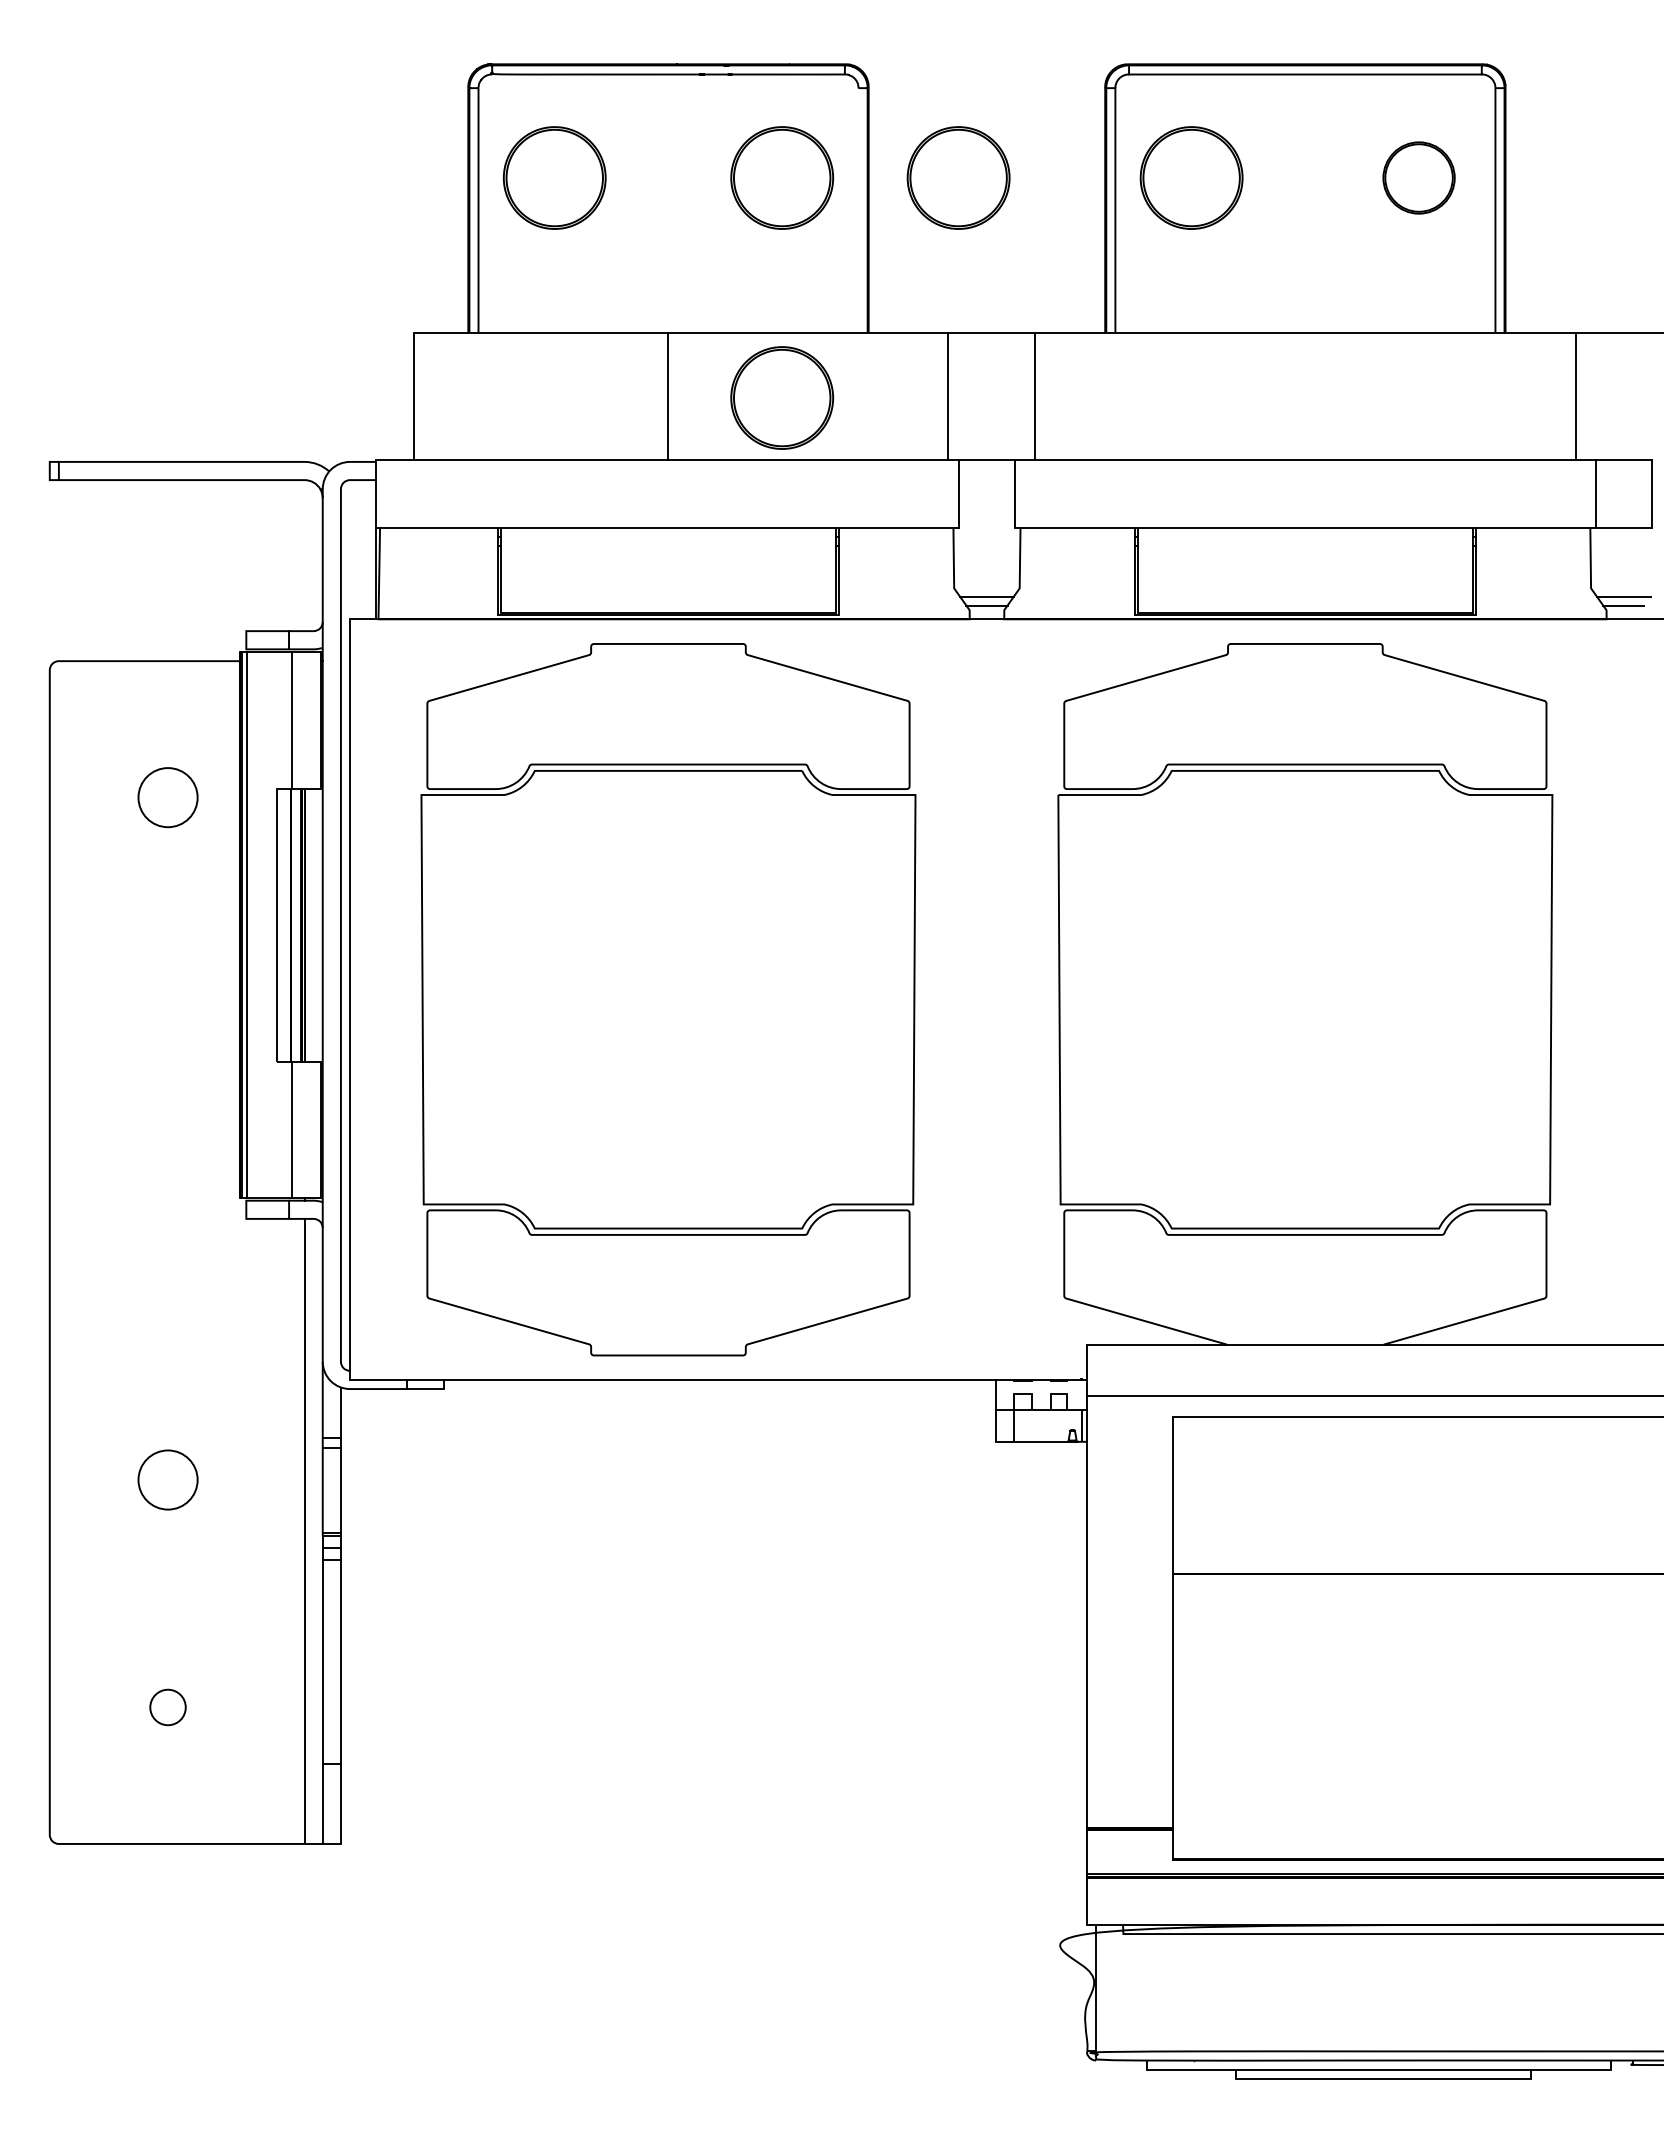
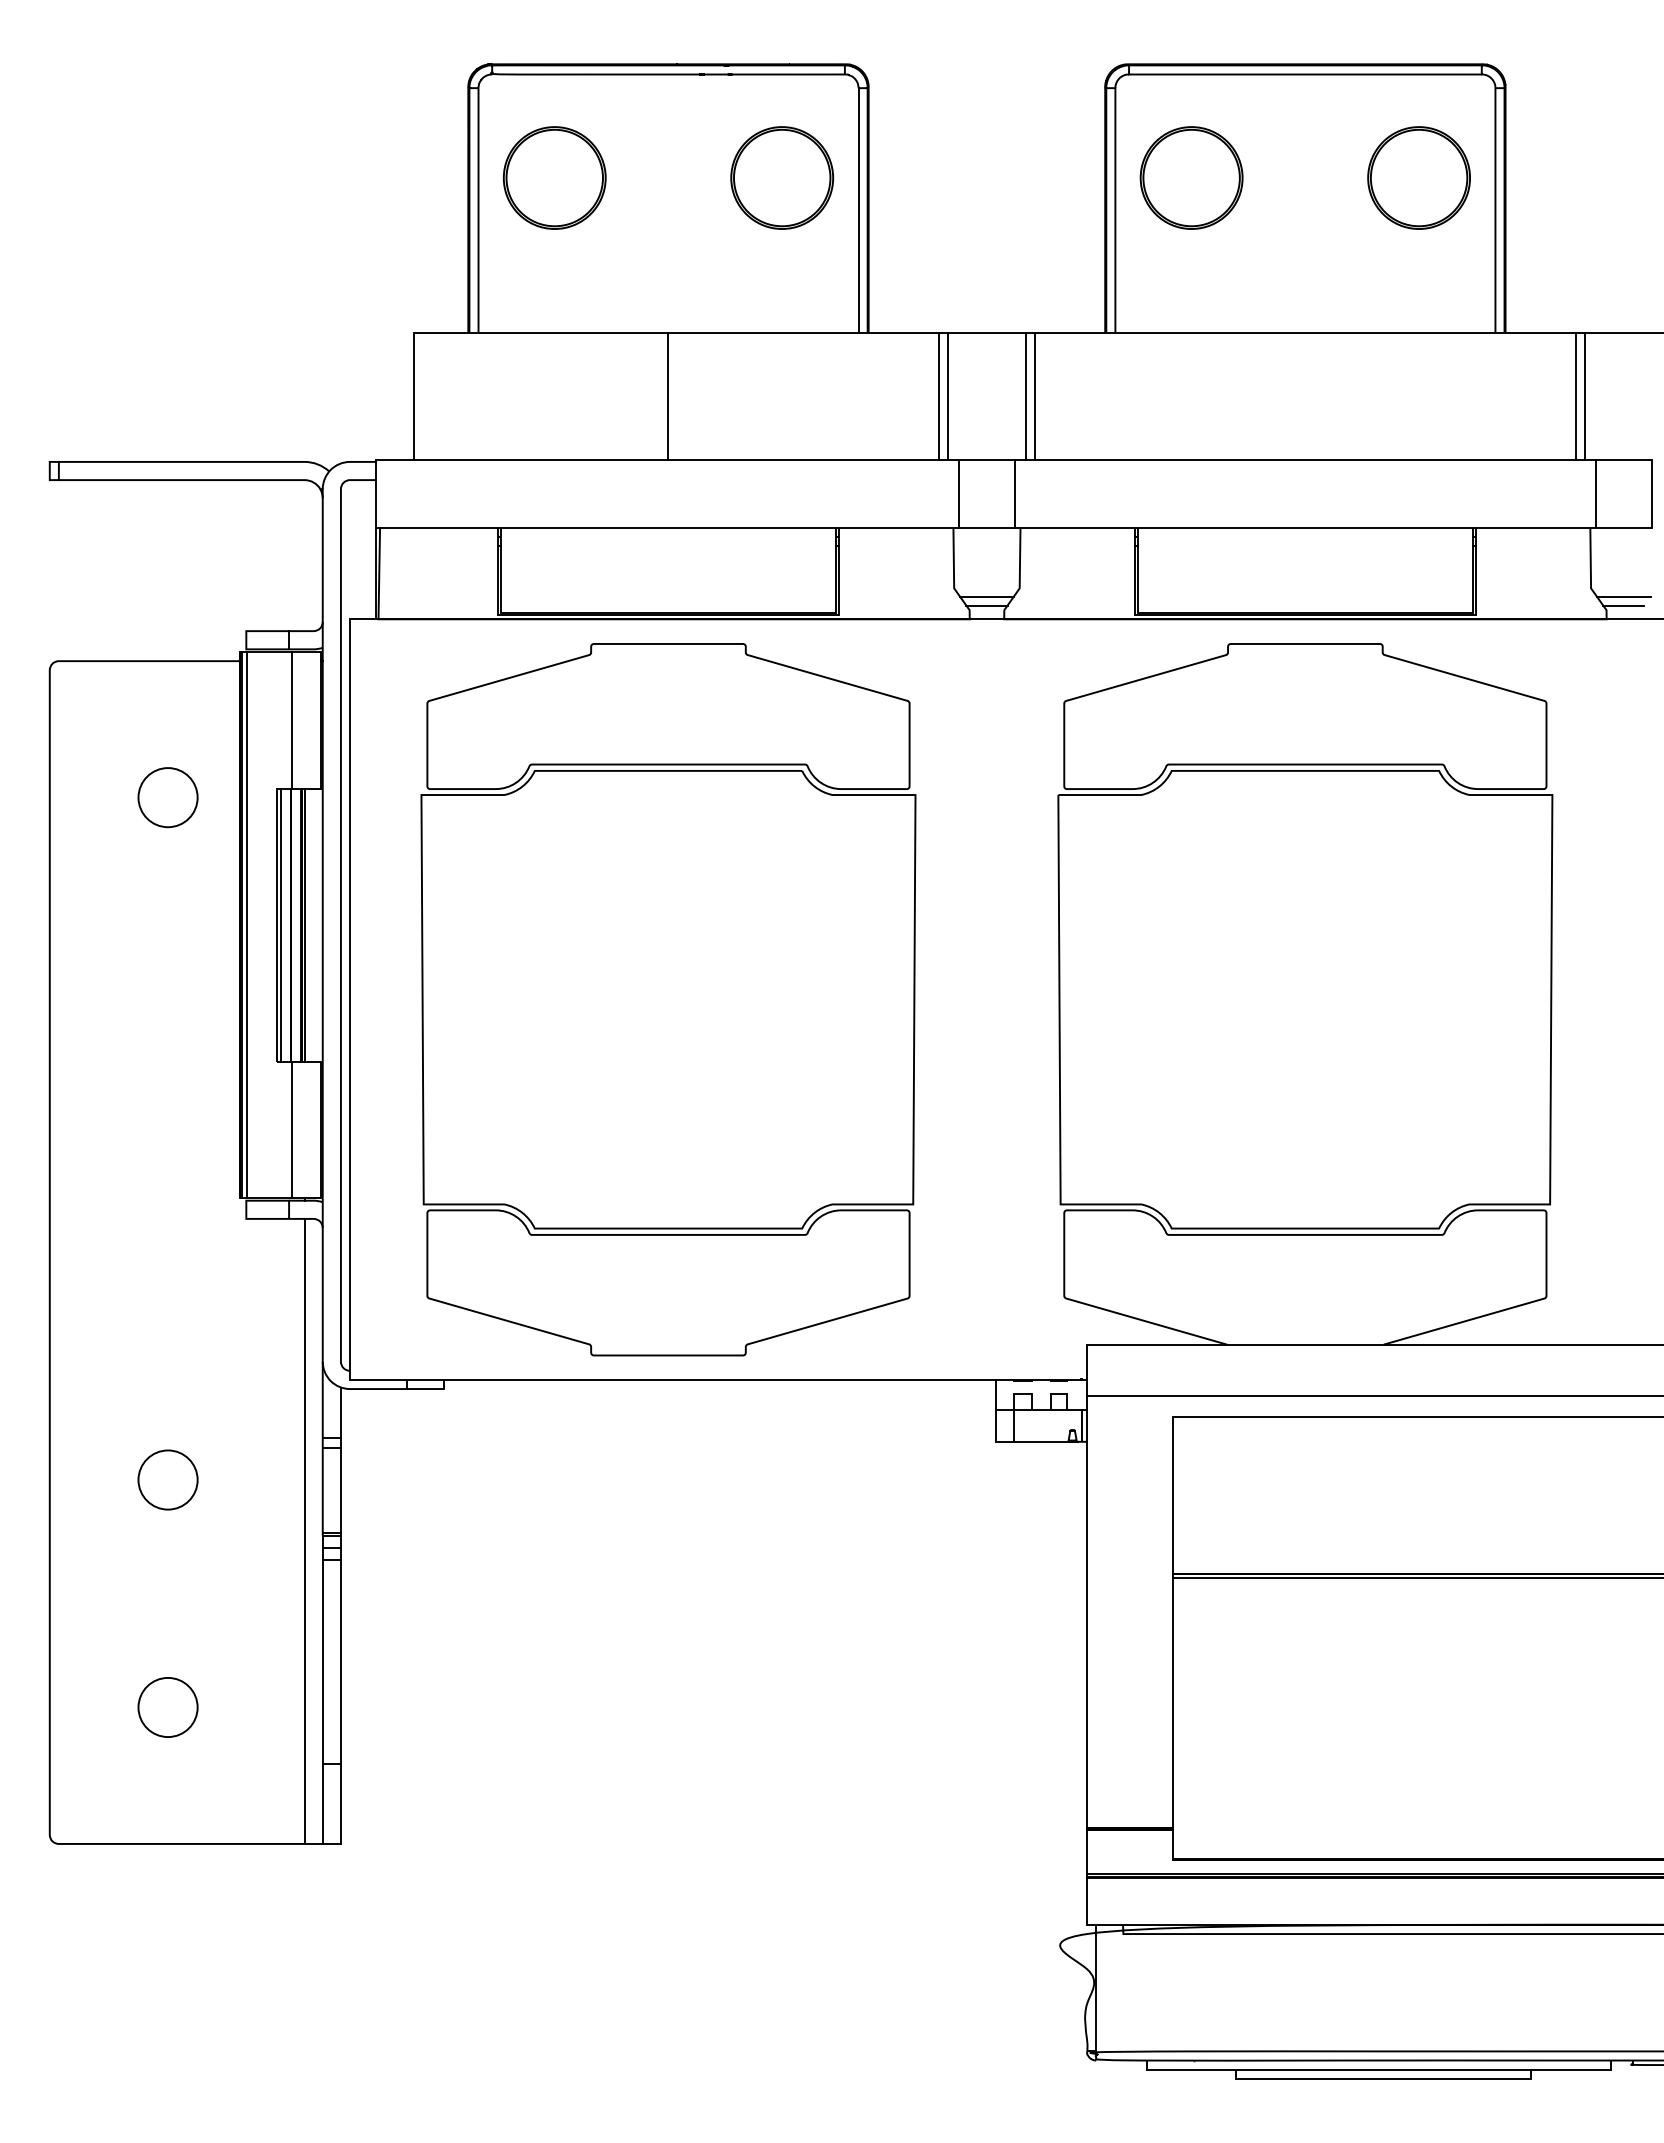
part at (958, 177): present -> none
part at (1418, 177) size: 74x74 px -> 104x104 px
line at (858, 210): none -> present
line at (939, 396): none -> present
line at (1025, 396): none -> present
line at (1585, 396): none -> present
part at (782, 397): present -> none
line at (986, 528): none -> present
line at (280, 924): none -> present
line at (1416, 1577): none -> present
circle at (167, 1707) size: 38x39 px -> 62x61 px
